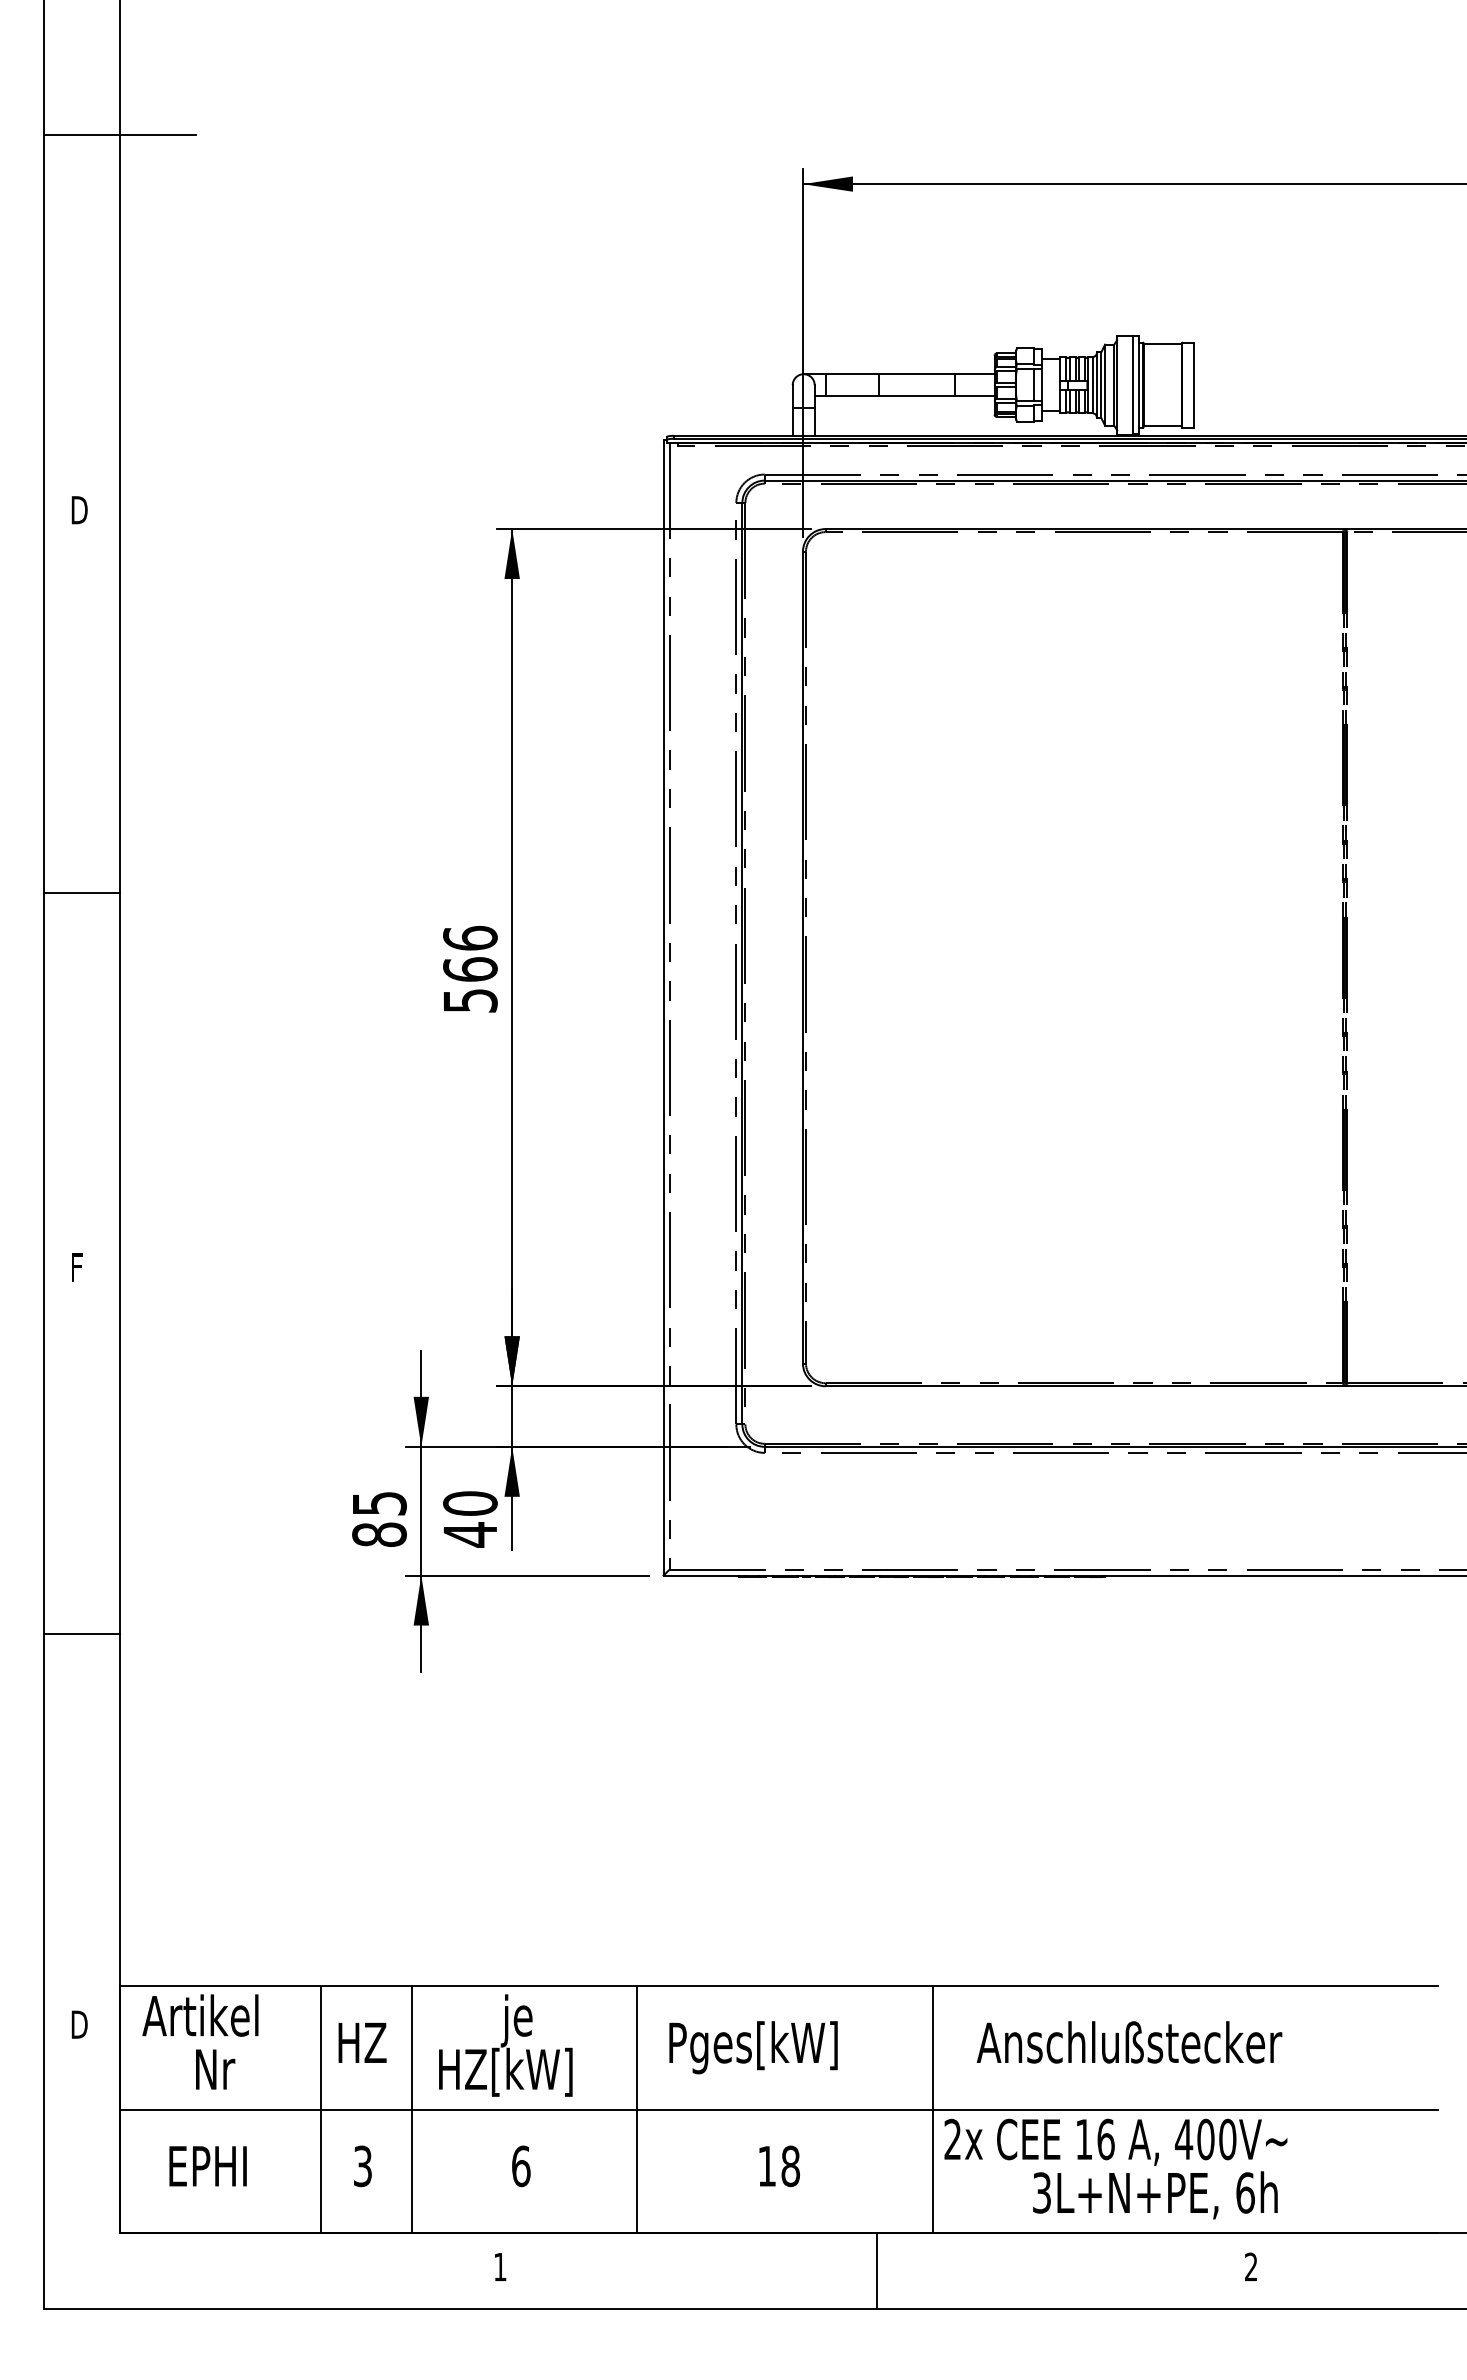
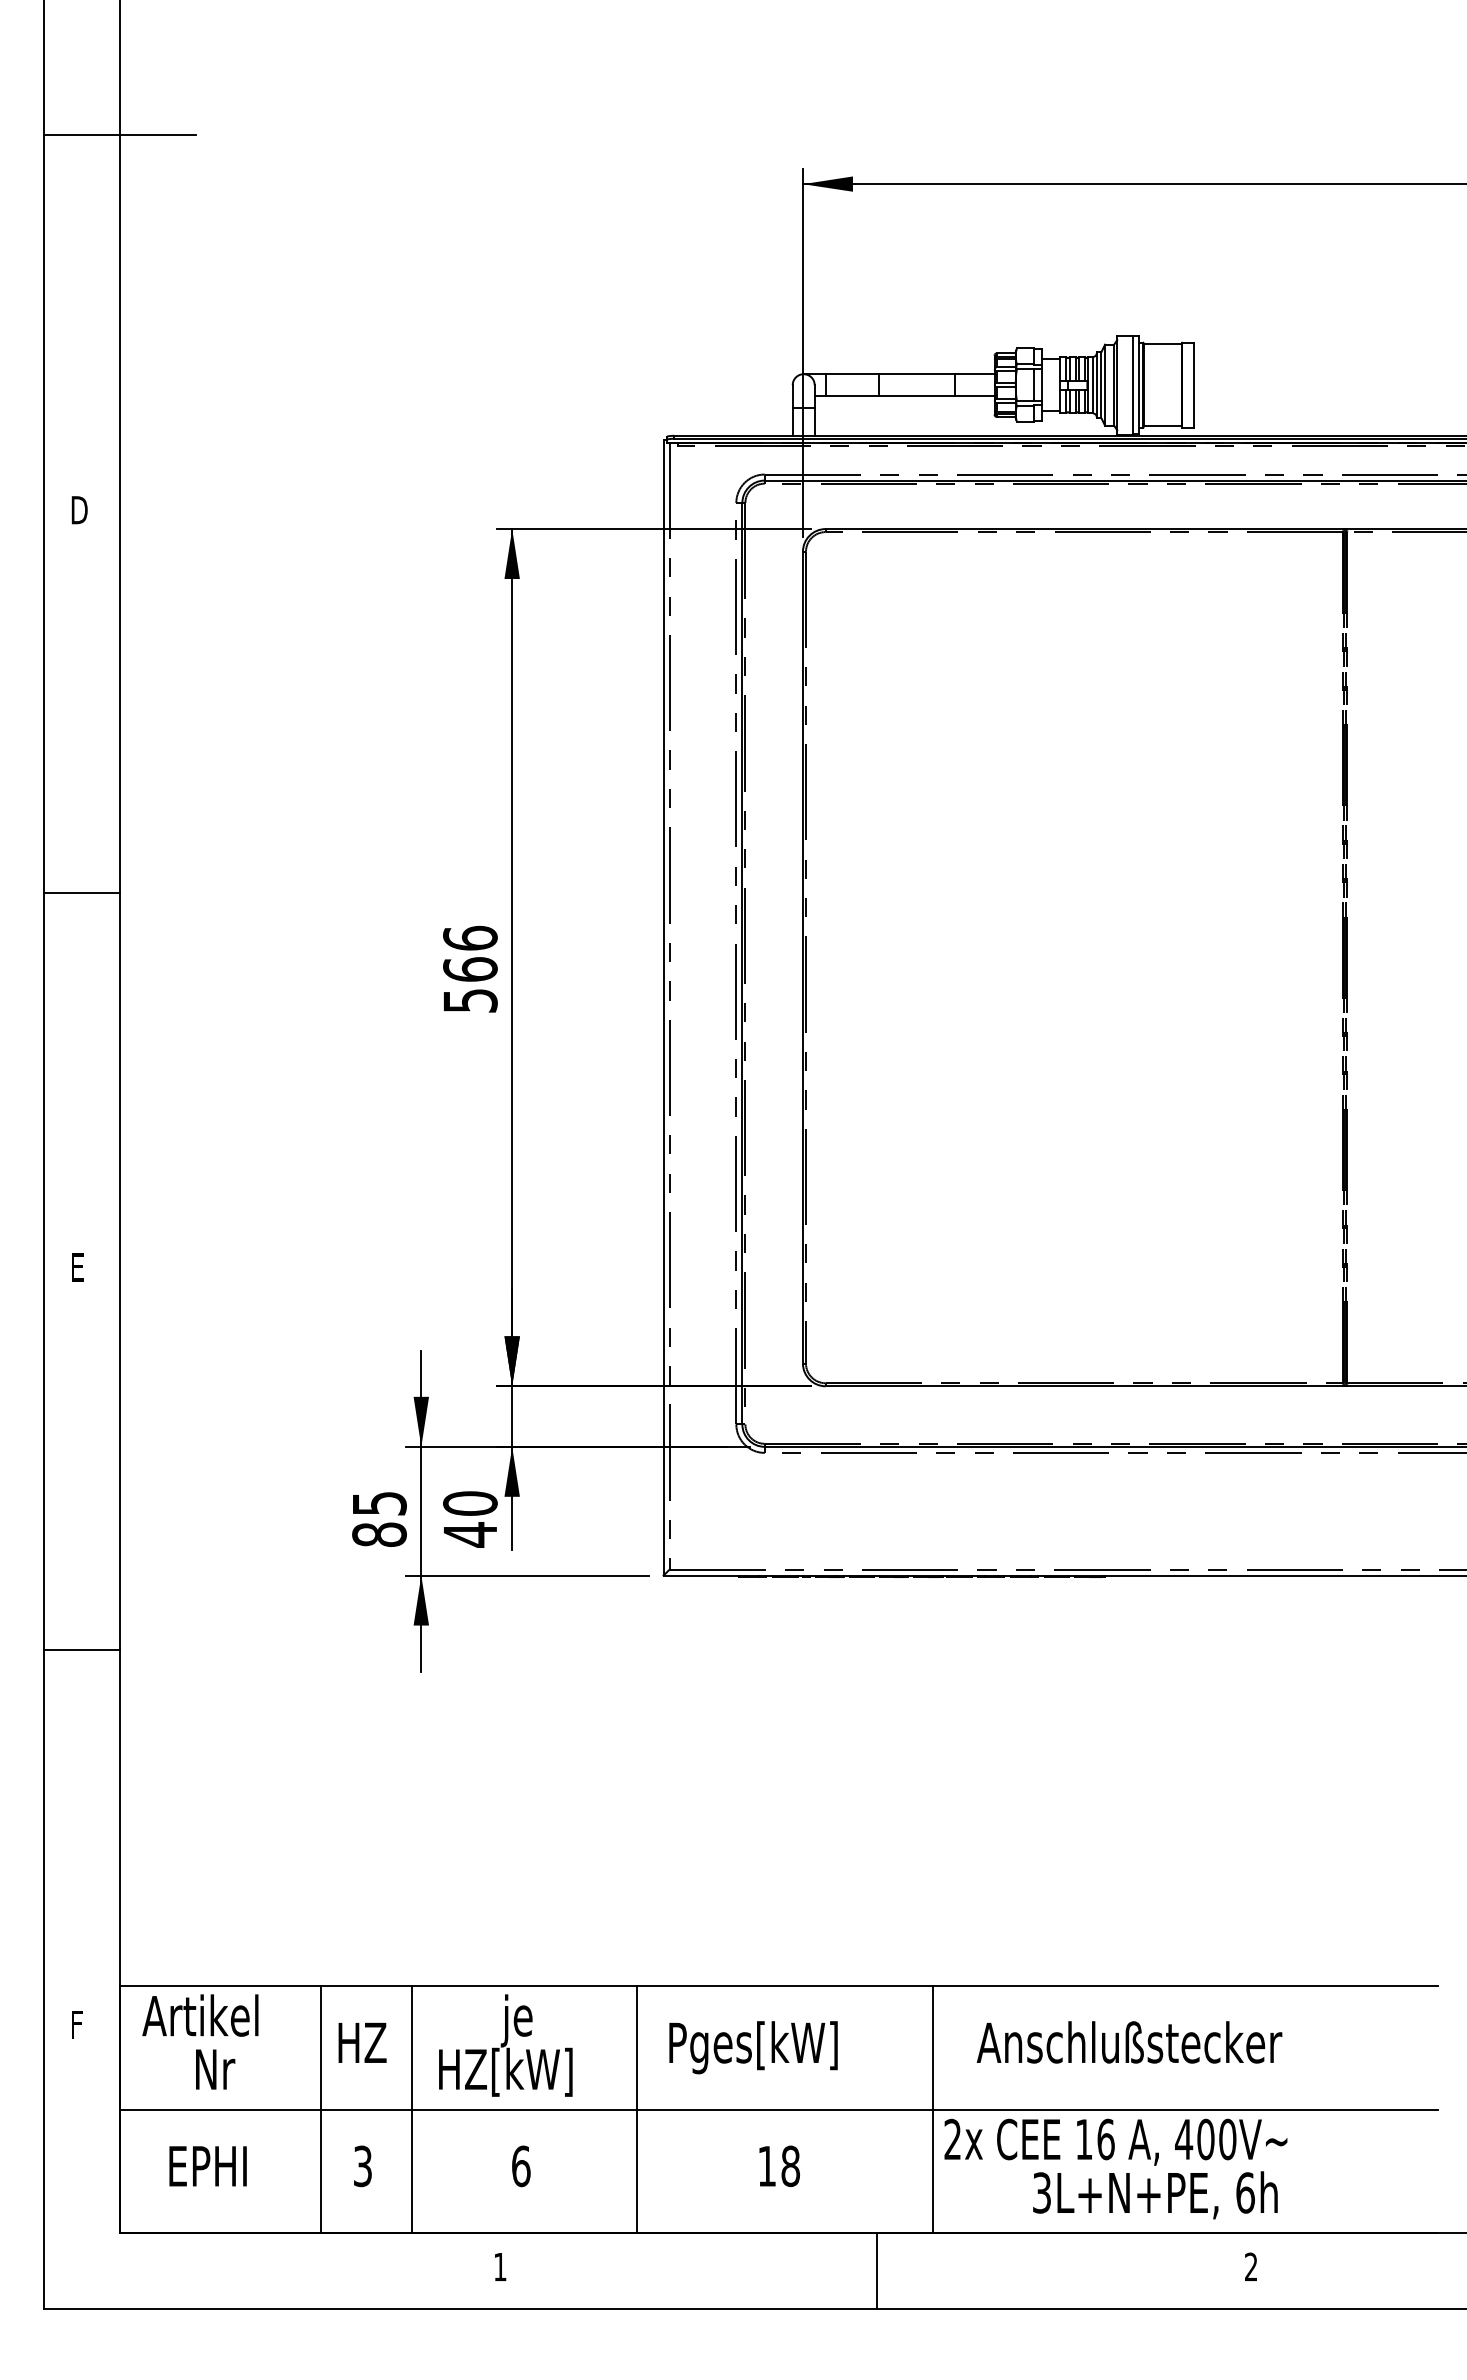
text at (78, 1267): F -> E
line at (81, 1633) position: (81, 1633) -> (81, 1649)
text at (79, 2024): D -> F
